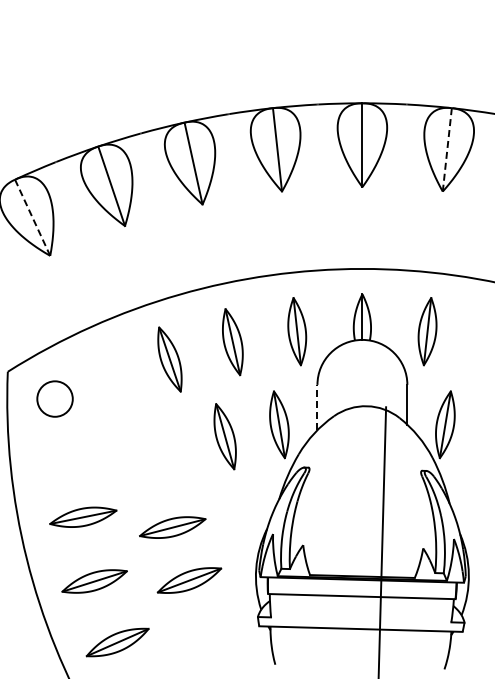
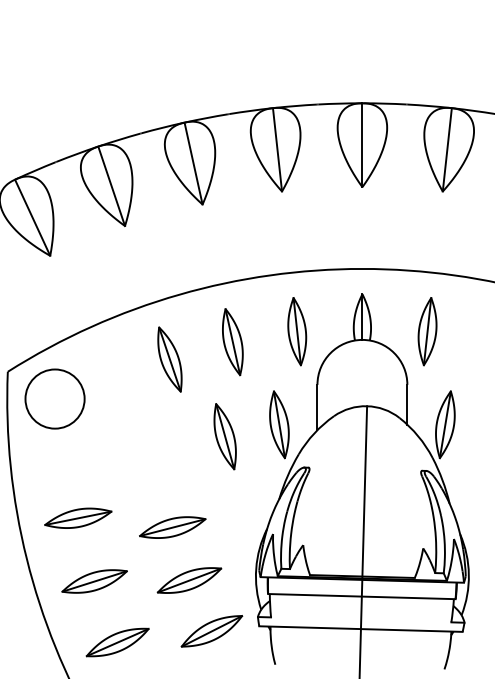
line at (447, 149): dashed -> solid
line at (32, 217): dashed -> solid
circle at (54, 398) diameter: 35 px -> 59 px
line at (317, 407): dashed -> solid
part at (83, 516) position: (83, 516) -> (78, 517)
line at (382, 541) position: (382, 541) -> (363, 540)
part at (211, 631): none -> present
